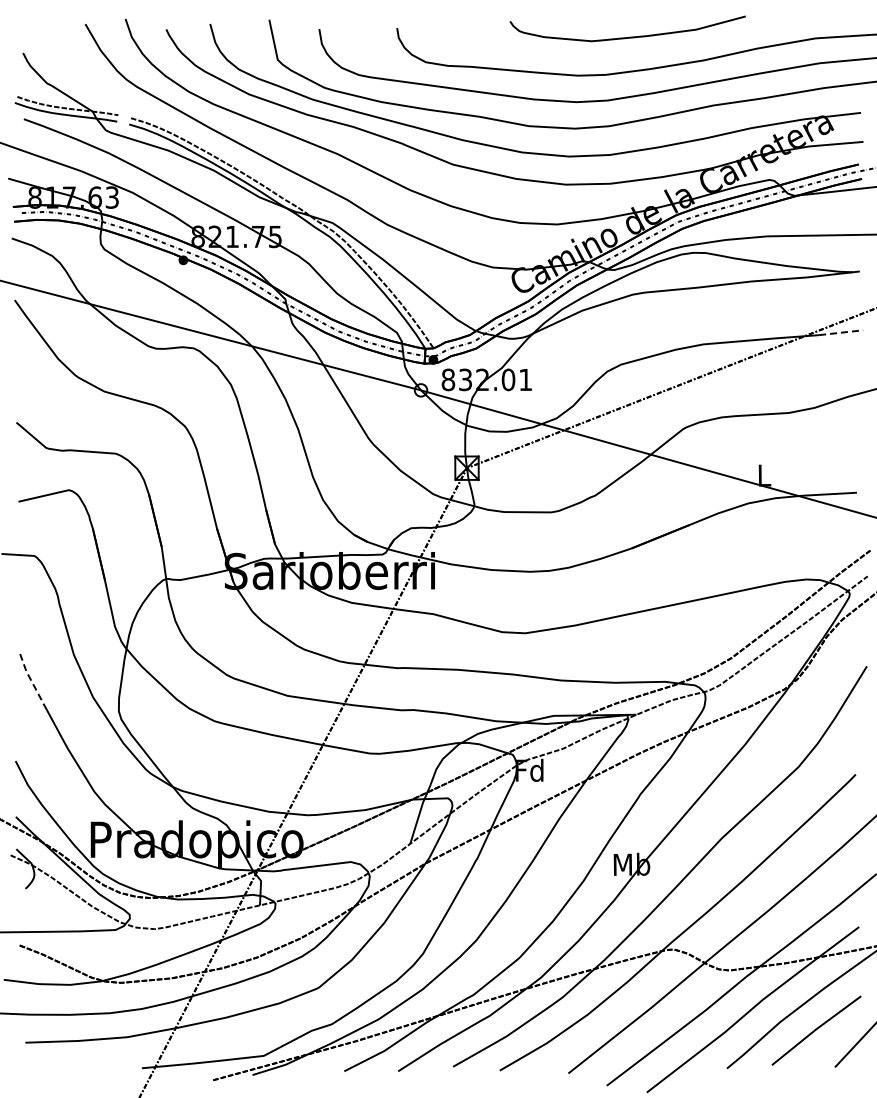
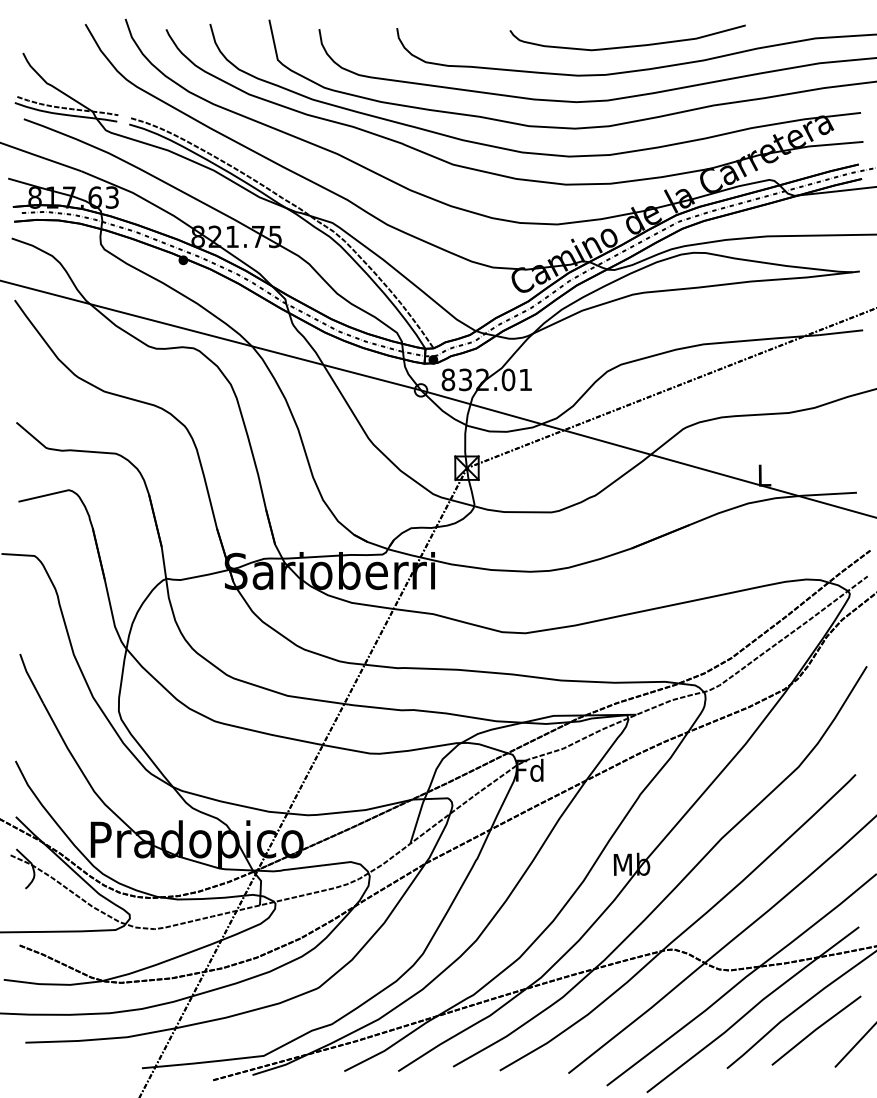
curve at (629, 36) position: (629, 36) -> (629, 45)
line at (841, 332): dashed -> solid
line at (30, 679): dashed -> solid
